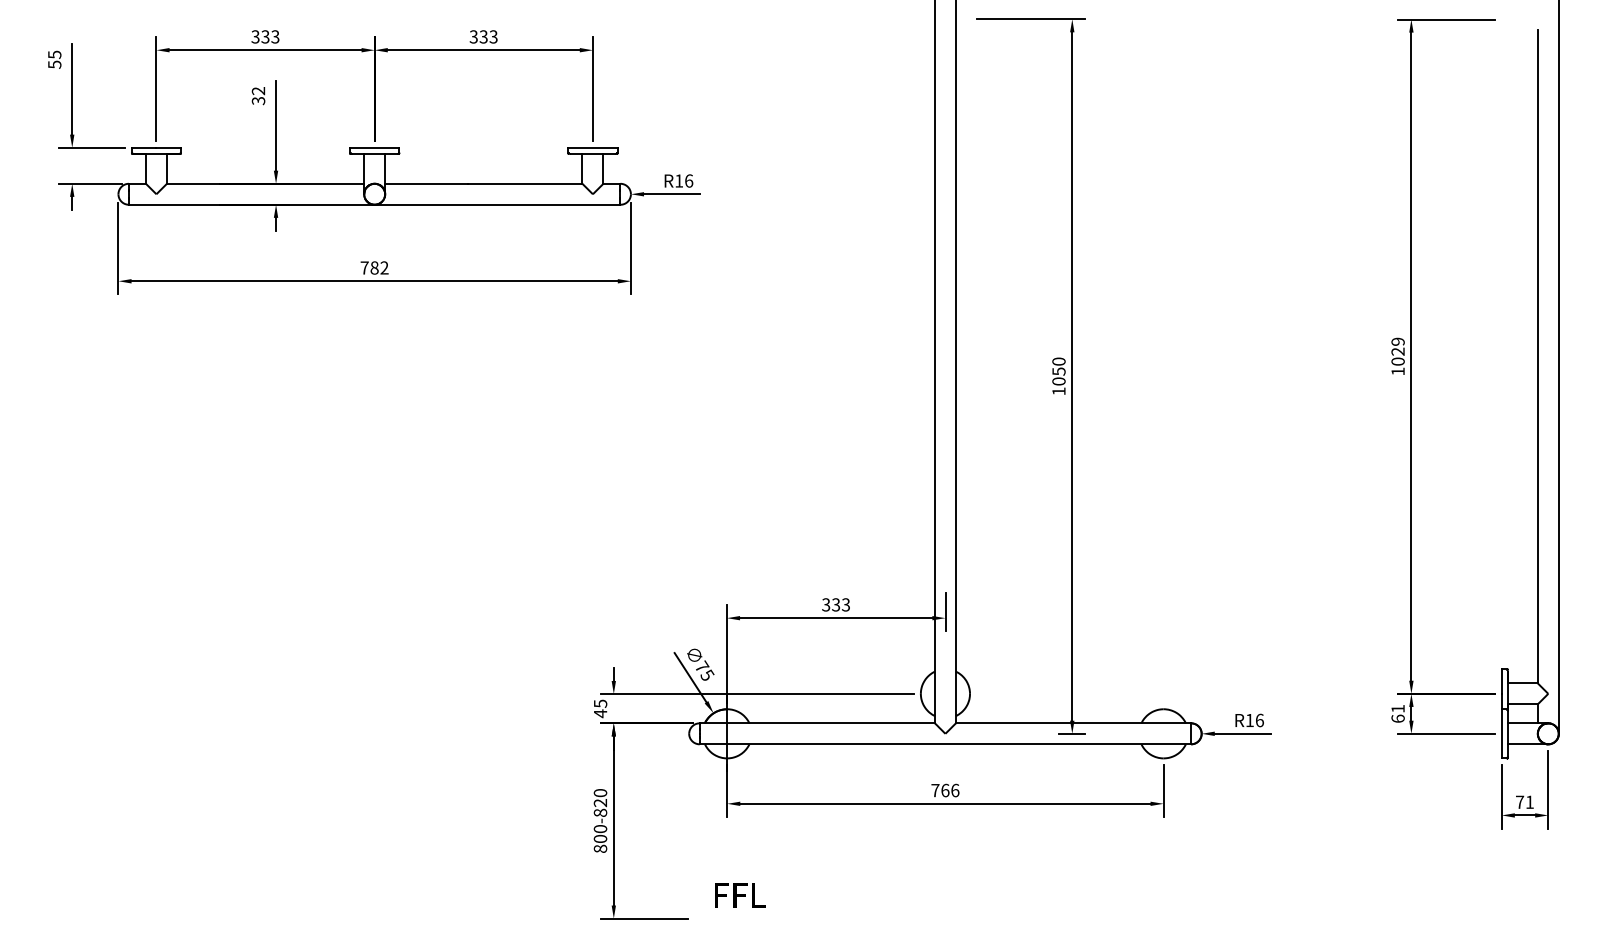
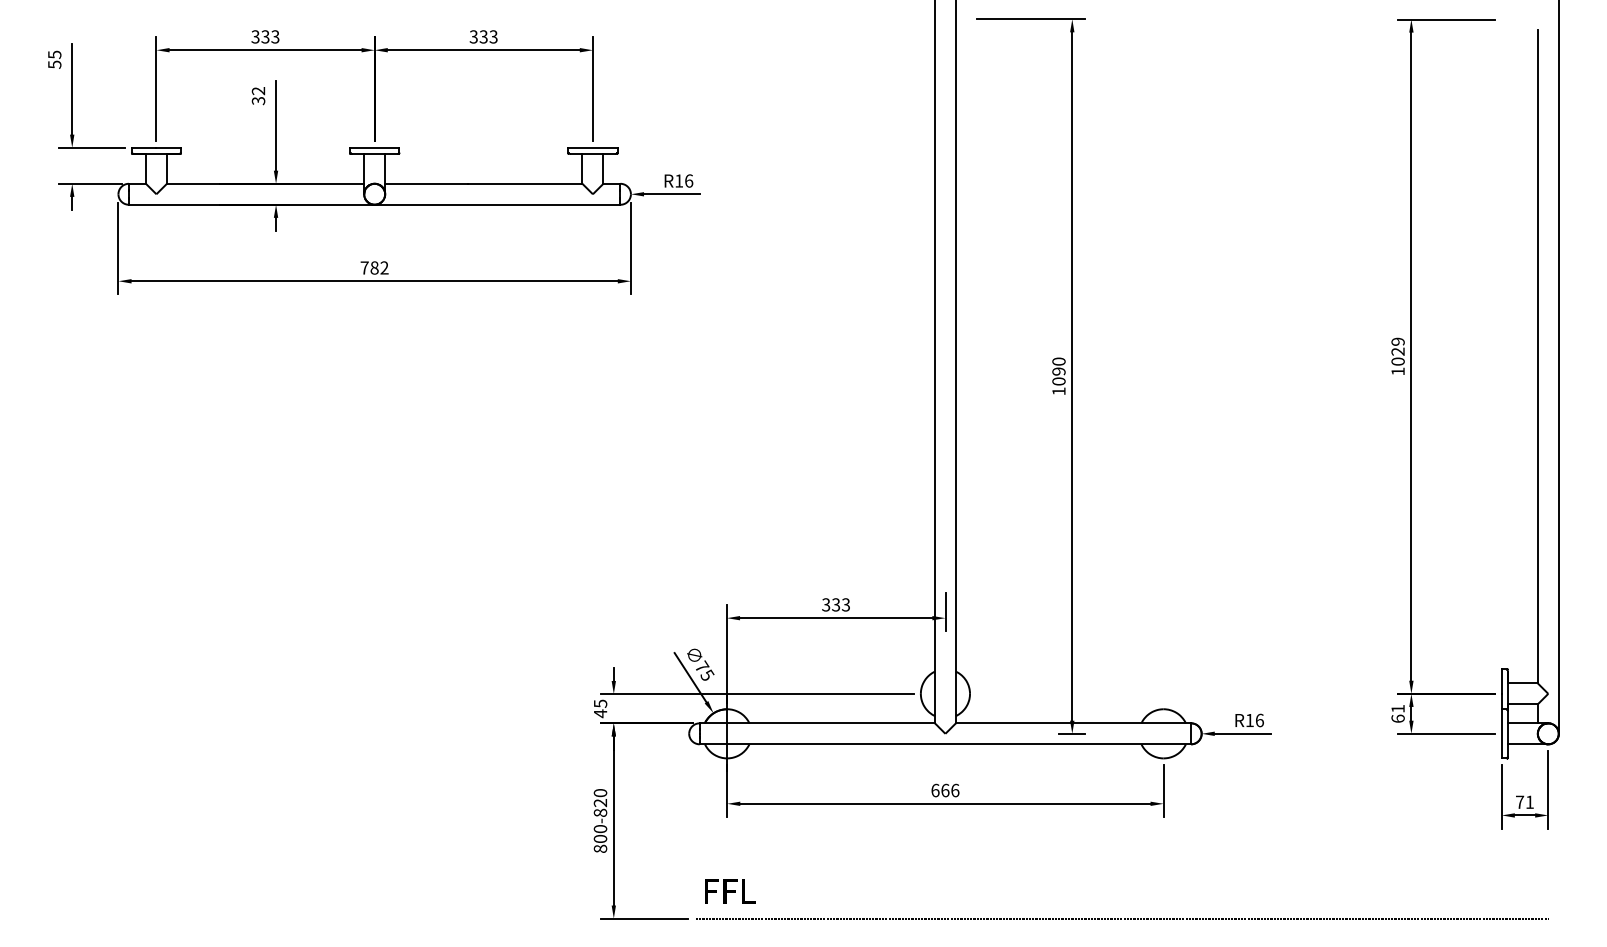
text at (1058, 371): 1050 -> 1090
text at (935, 790): 766 -> 666
text at (740, 895) position: (740, 895) -> (730, 891)
line at (1121, 918): none -> present
